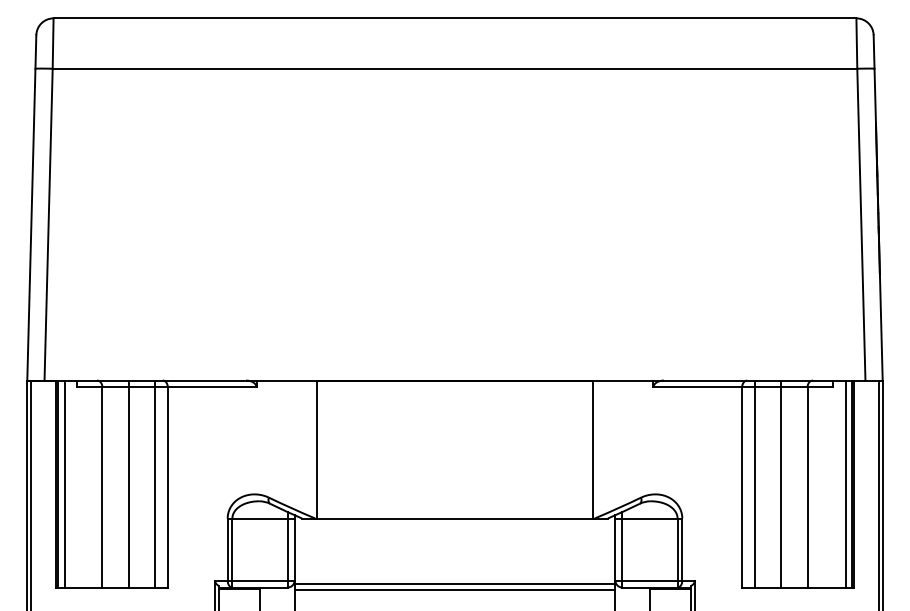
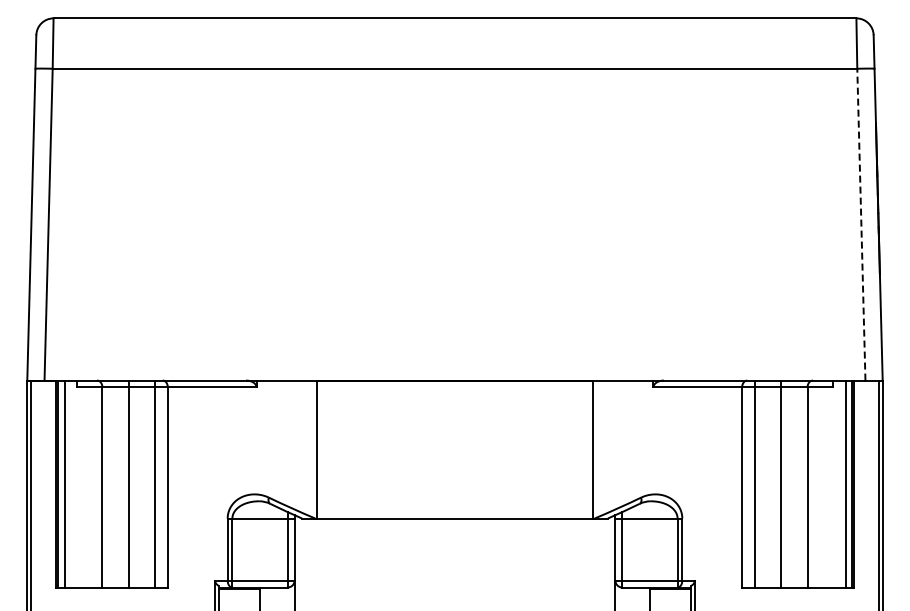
line at (861, 224): solid -> dashed
line at (454, 584): present -> none
line at (454, 589): present -> none
